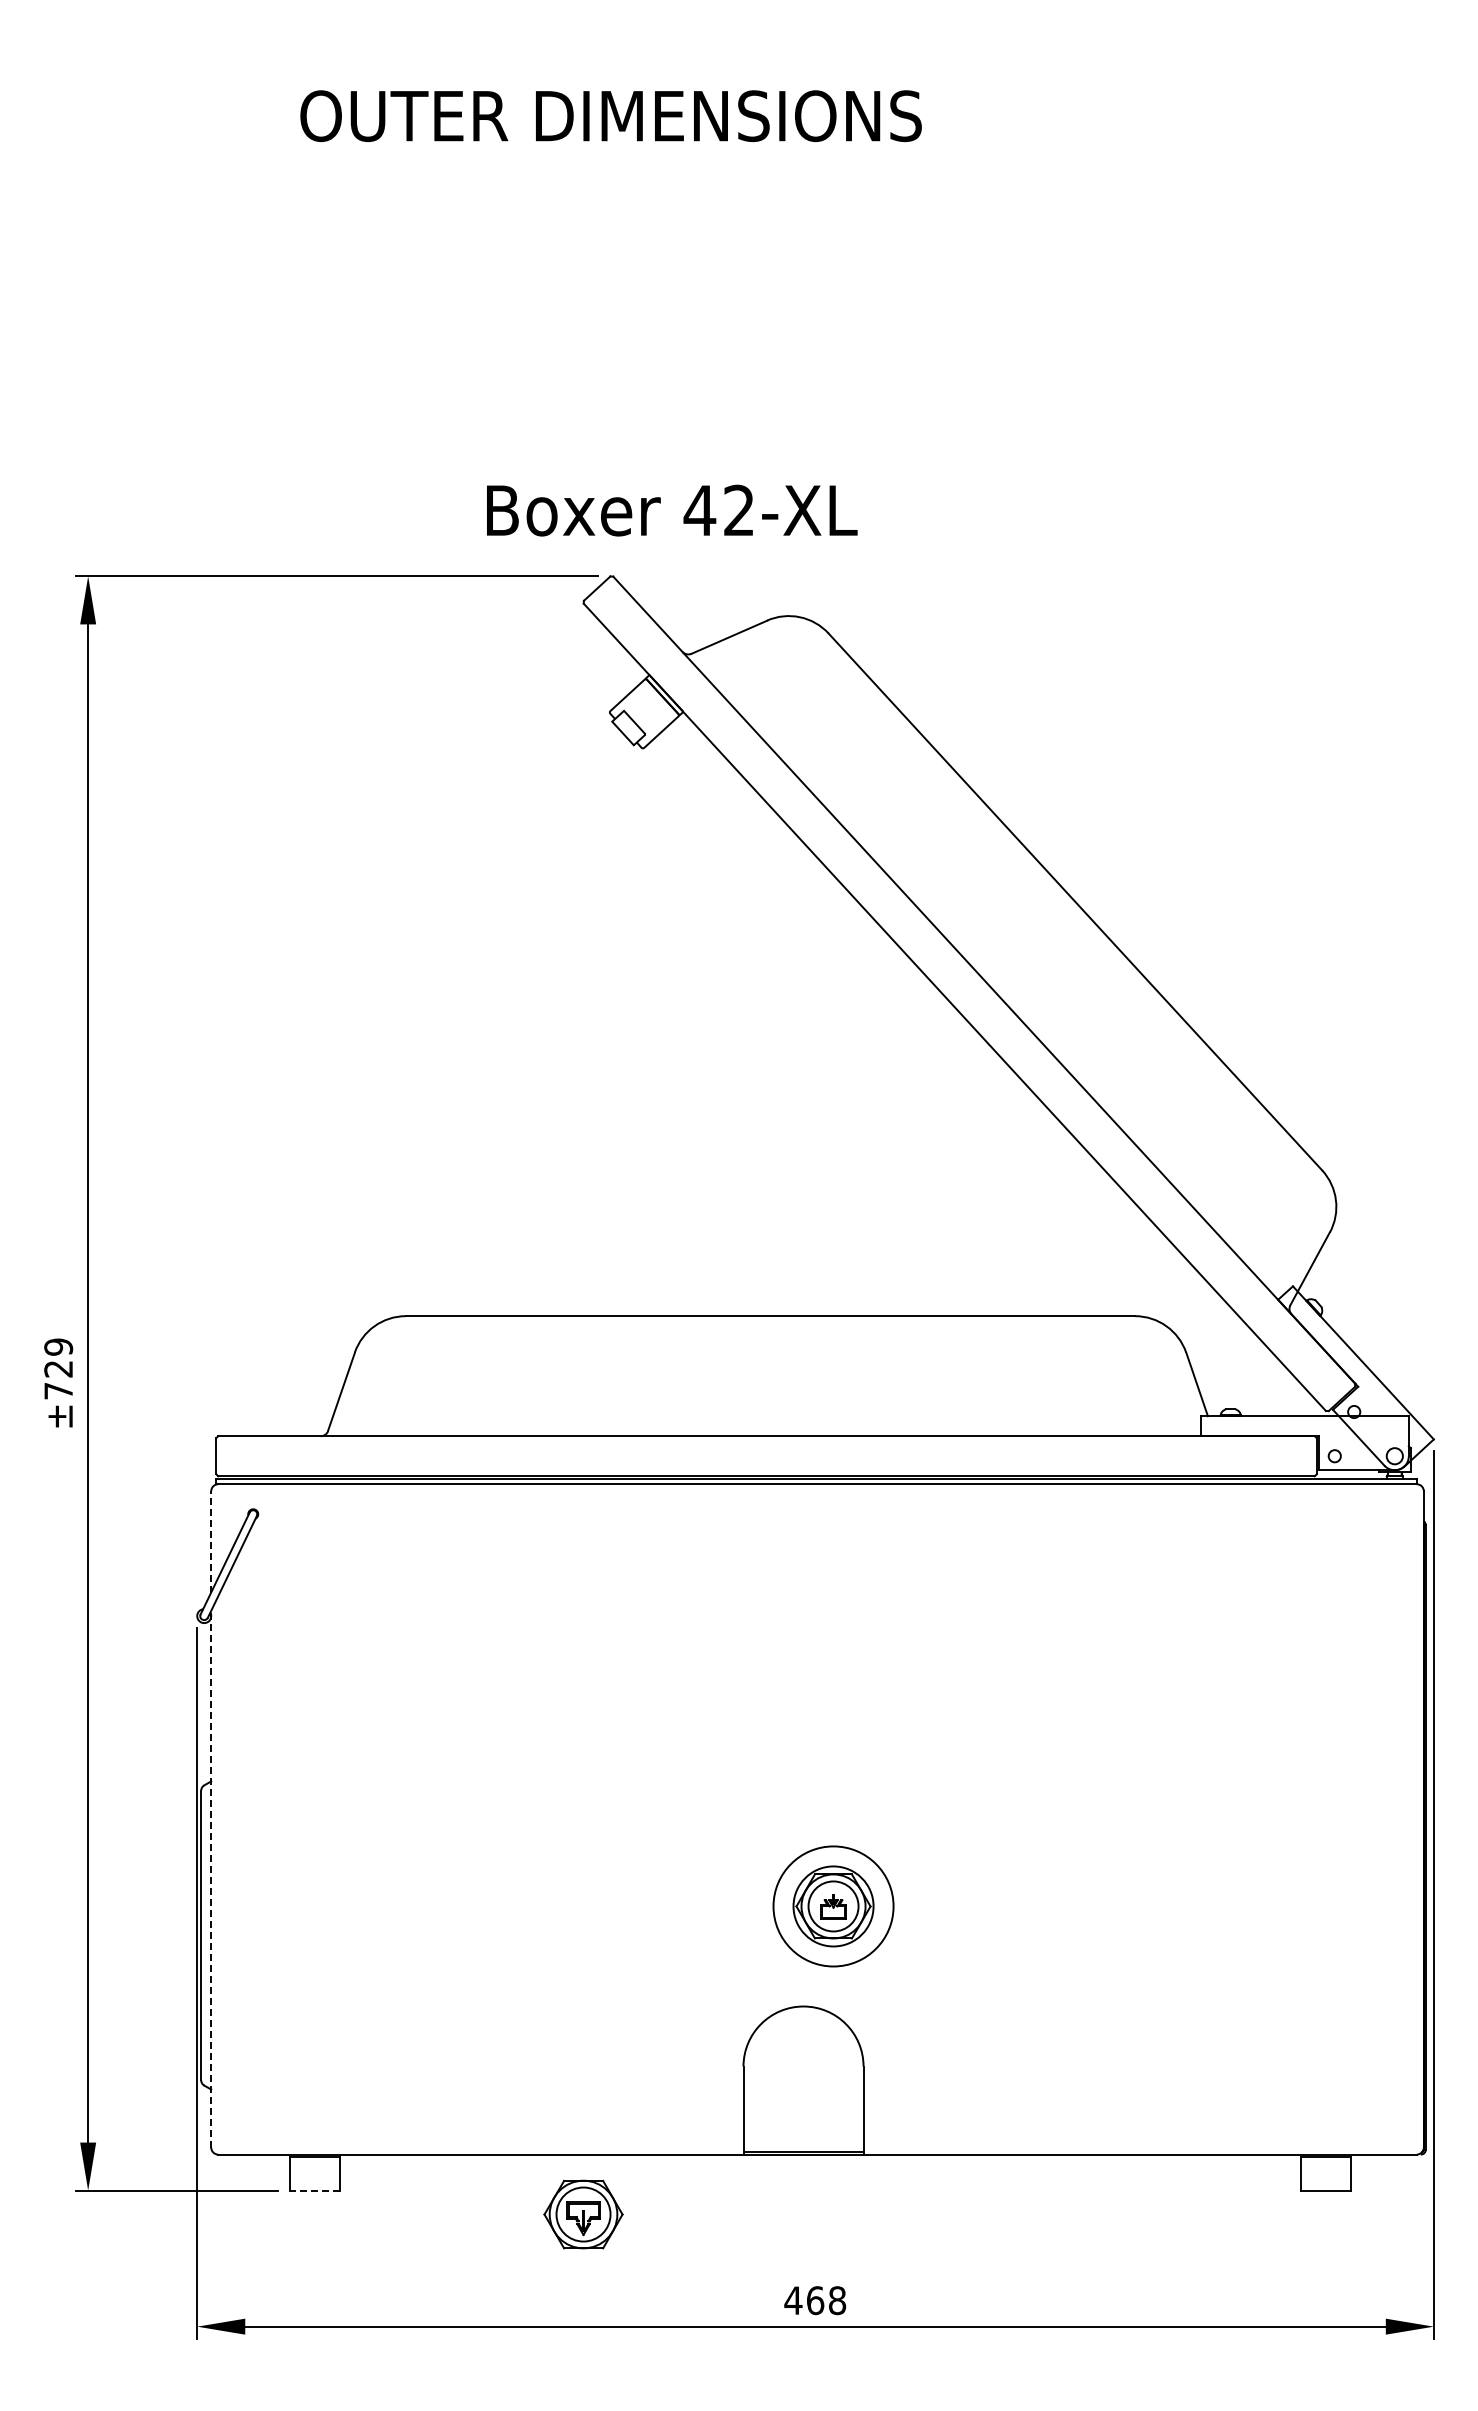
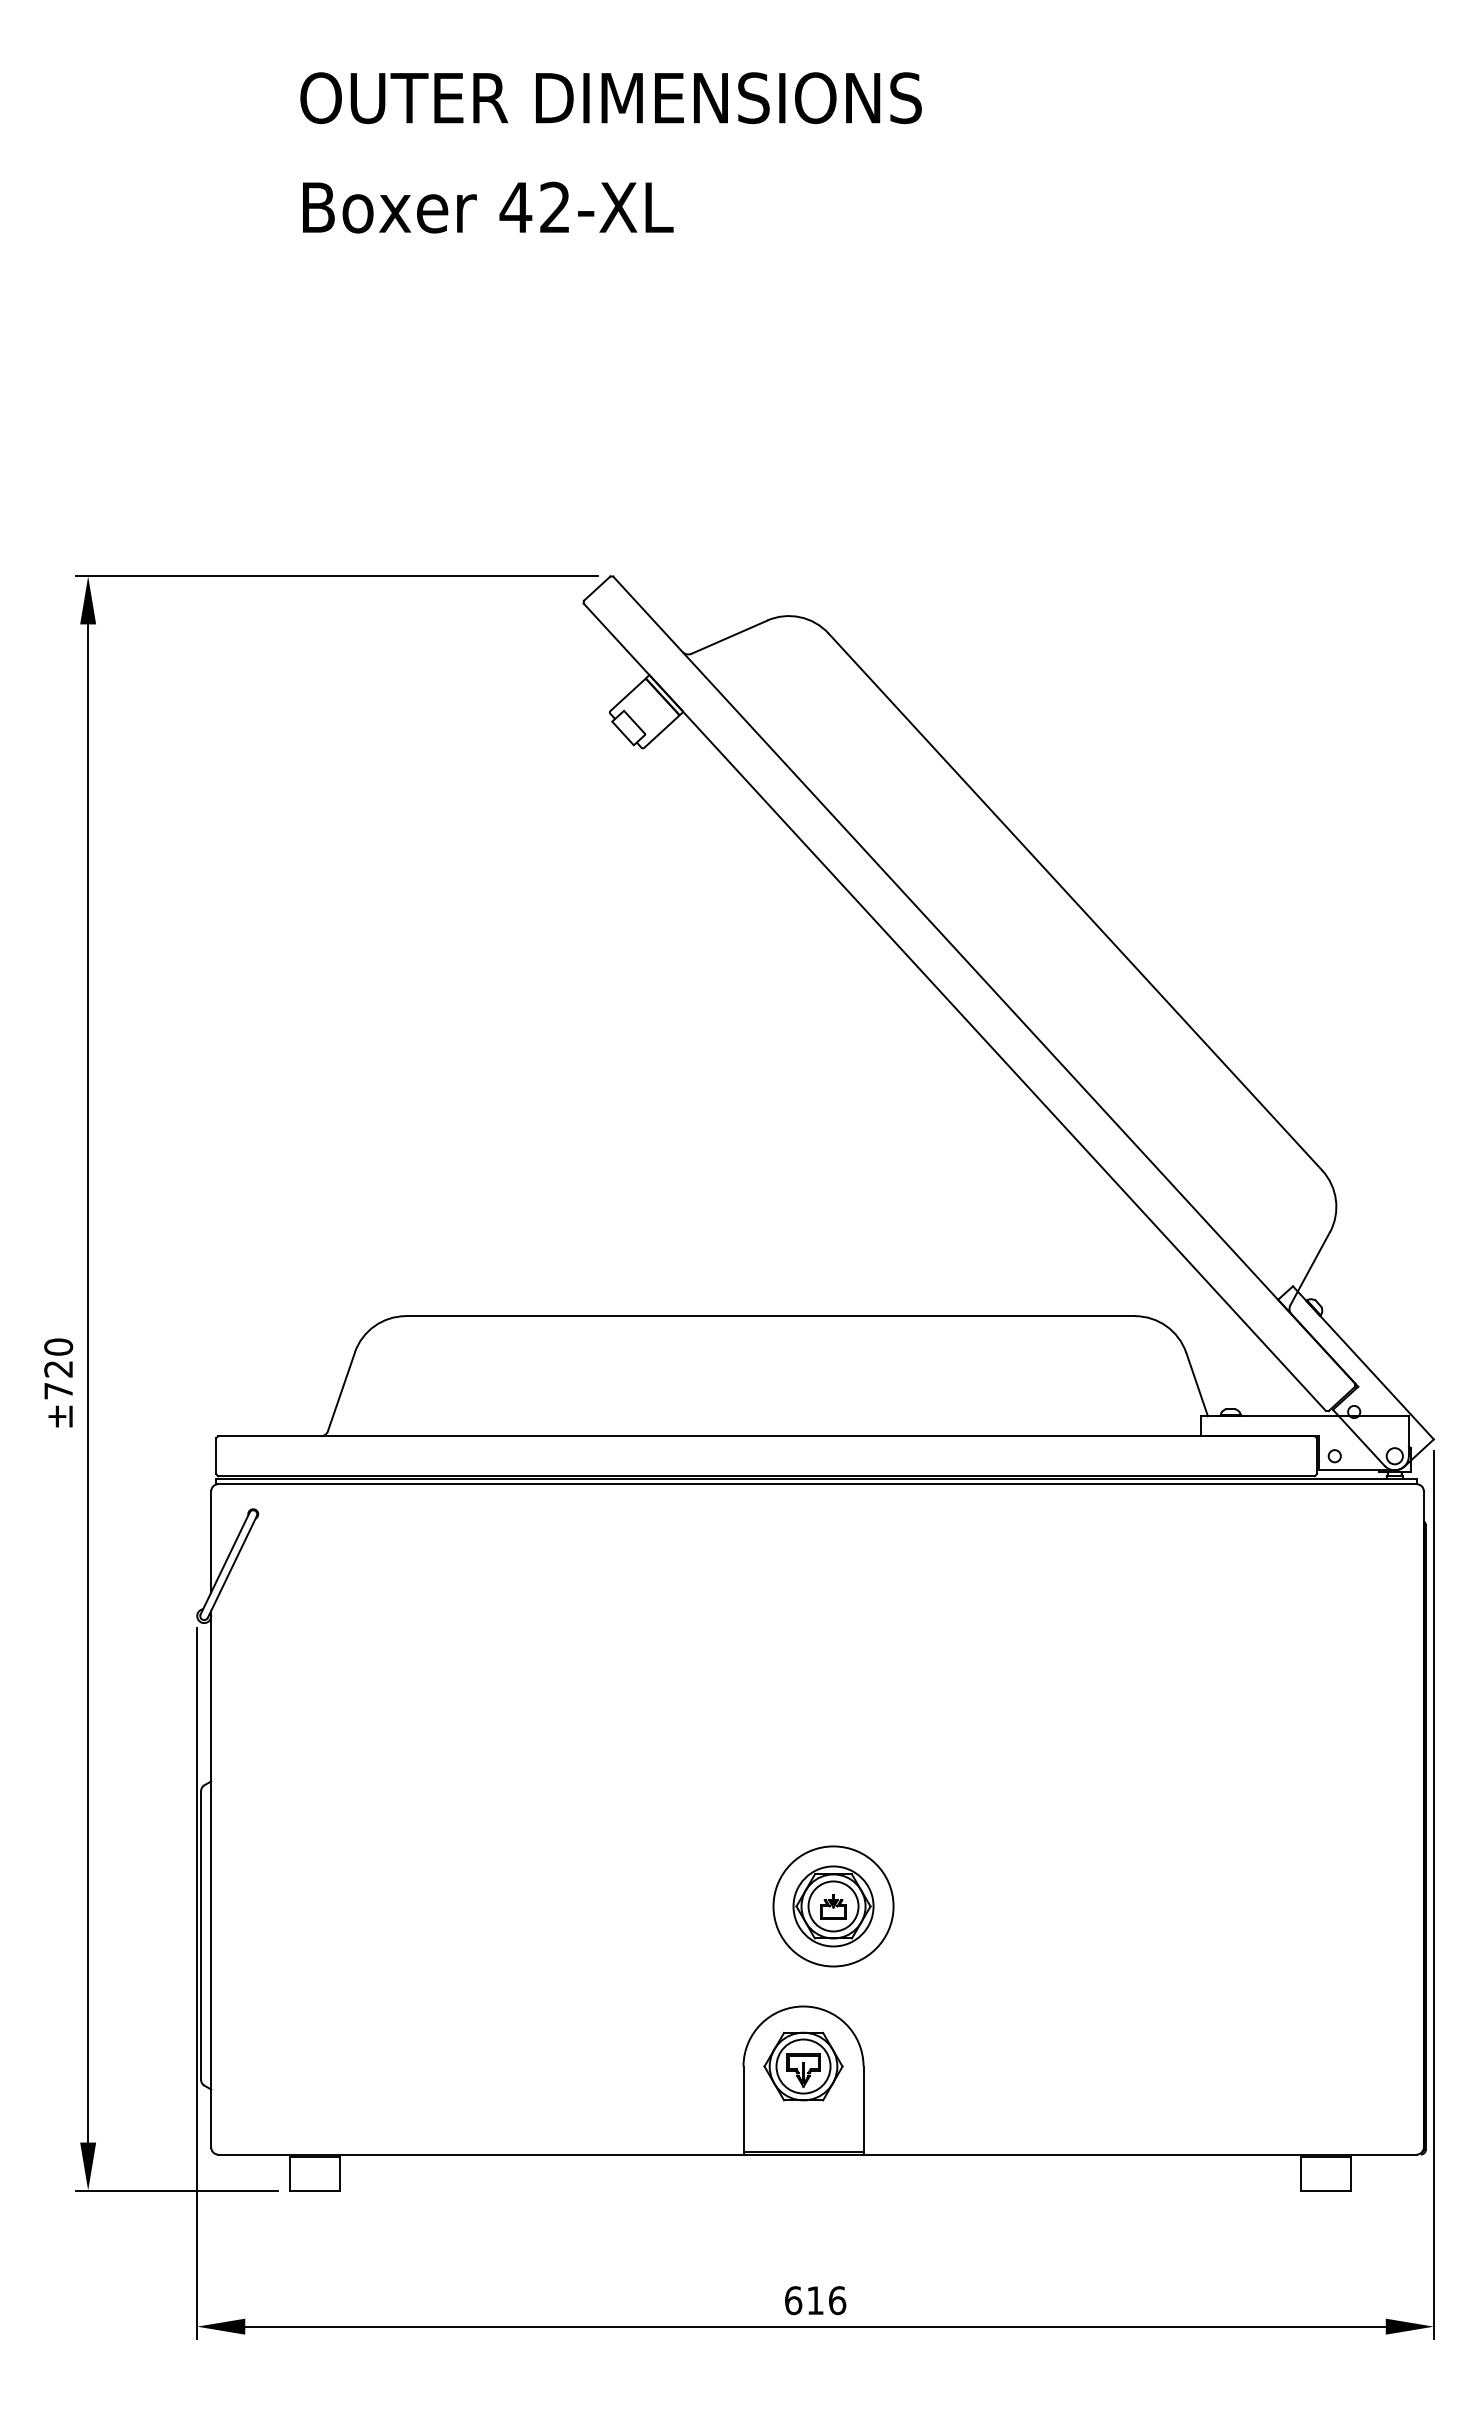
text at (610, 116) position: (610, 116) -> (610, 98)
text at (672, 510) position: (672, 510) -> (488, 207)
text at (58, 1346): ±729 -> ±720
line at (211, 1541): dashed -> solid
line at (211, 1878): dashed -> solid
line at (314, 2190): dashed -> solid
part at (583, 2214) position: (583, 2214) -> (803, 2066)
text at (815, 2300): 468 -> 616
